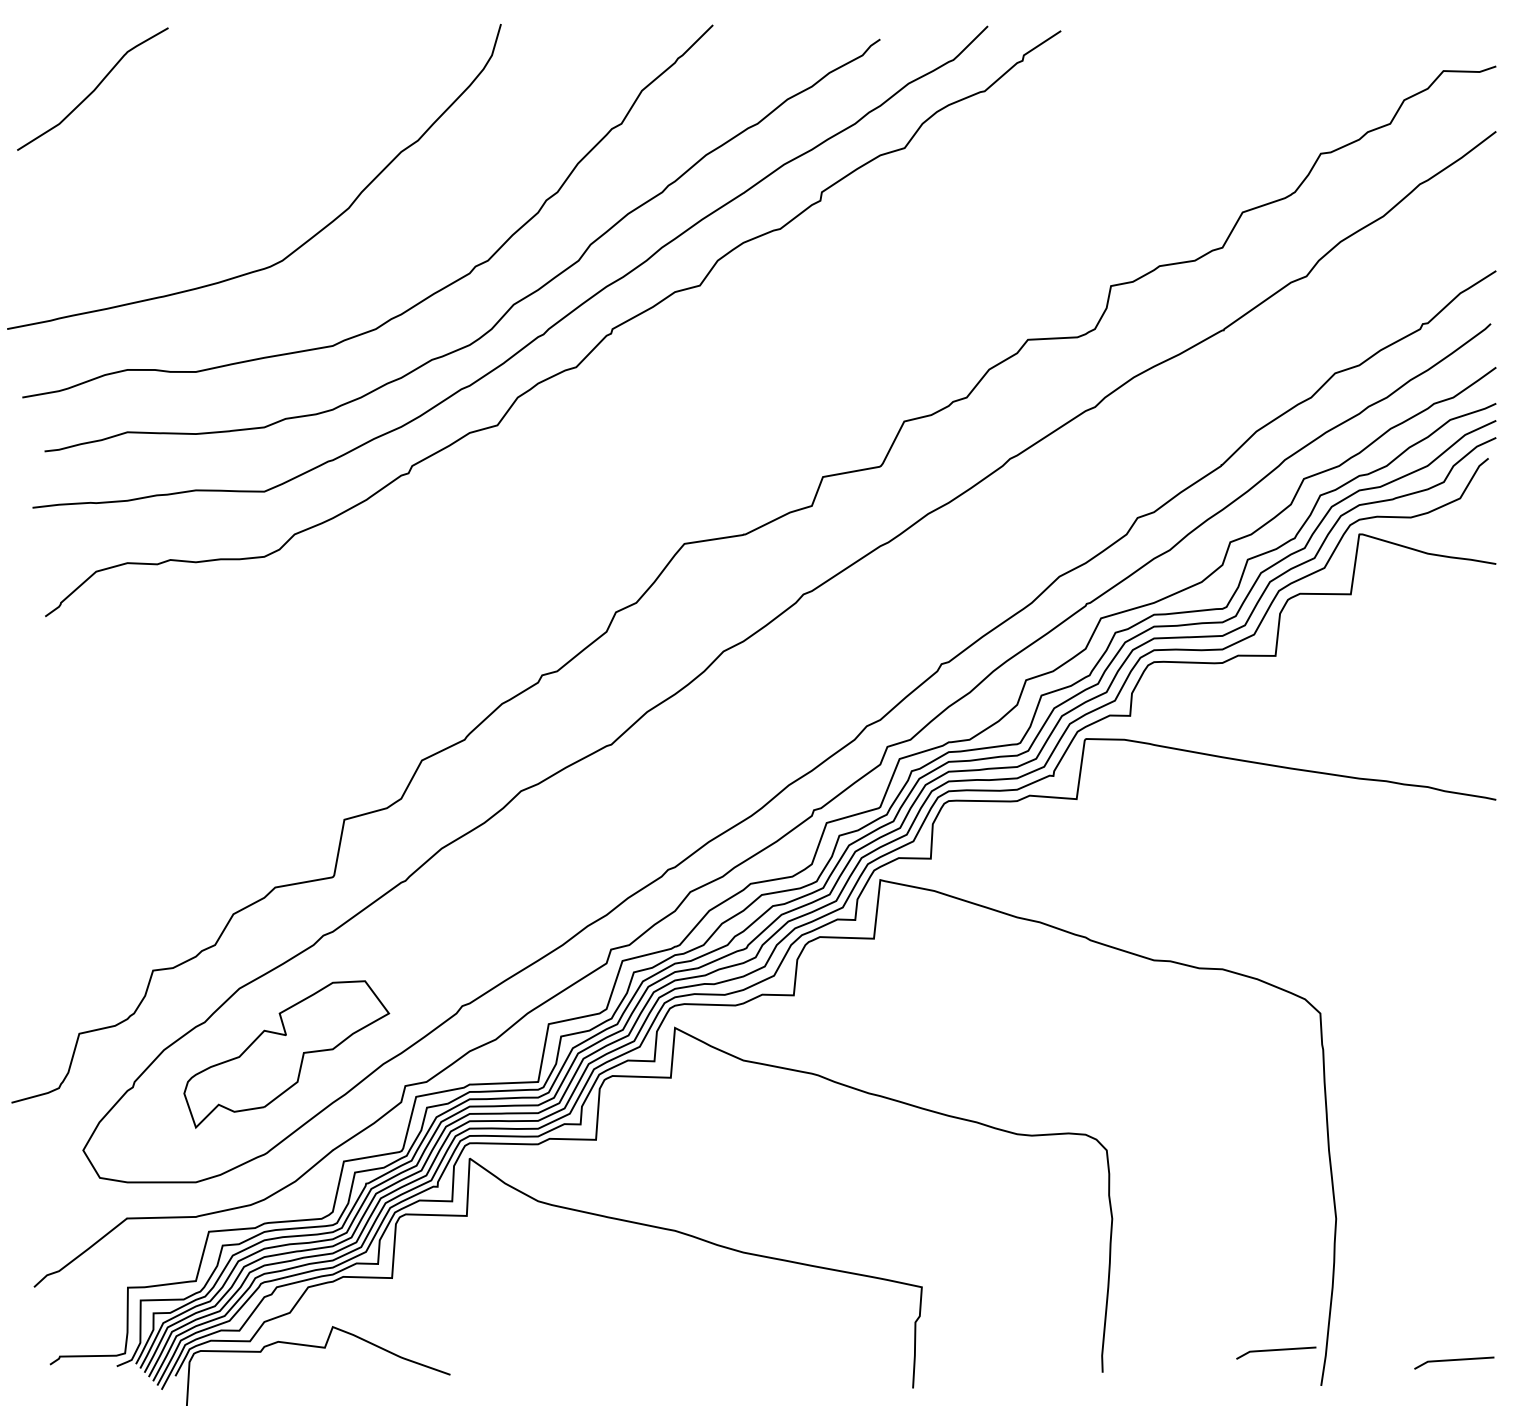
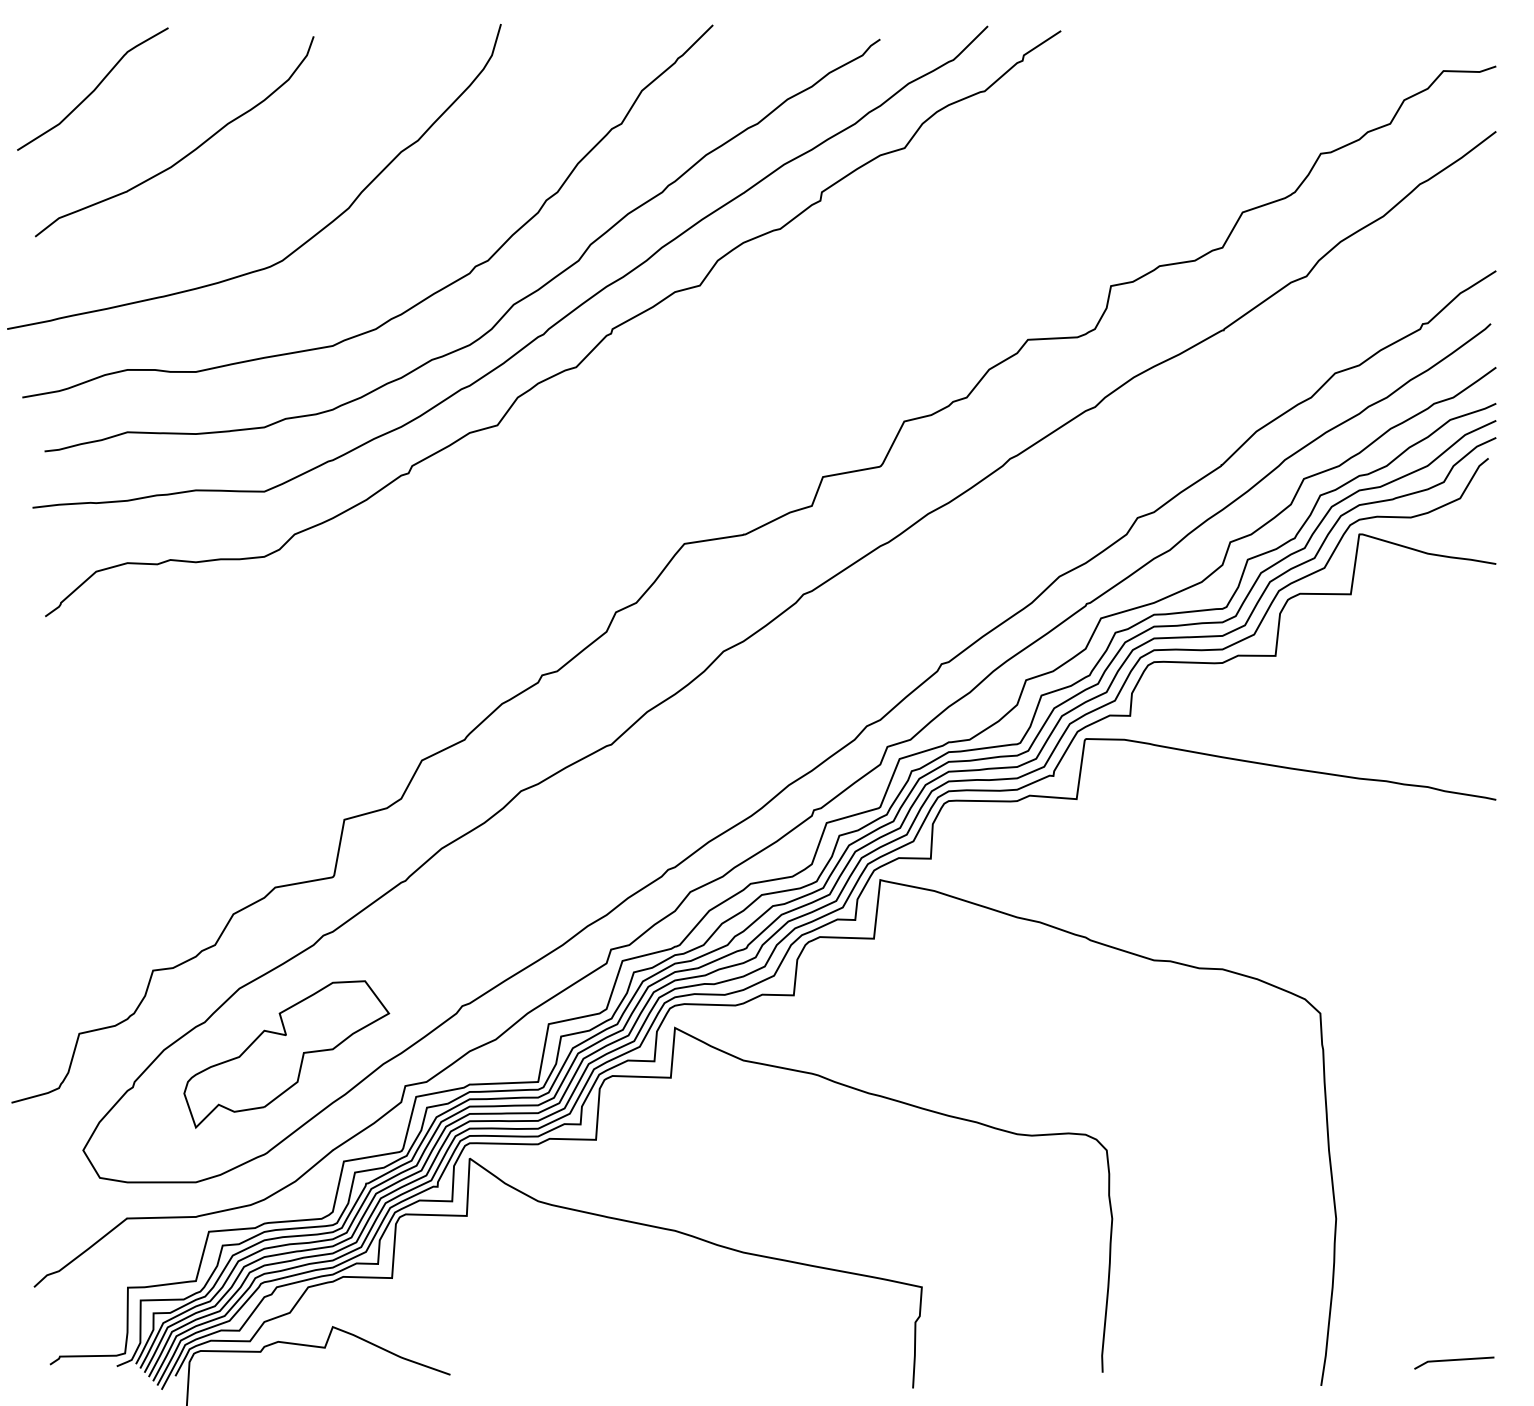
curve at (186, 154): none -> present
line at (1276, 1350): present -> none
